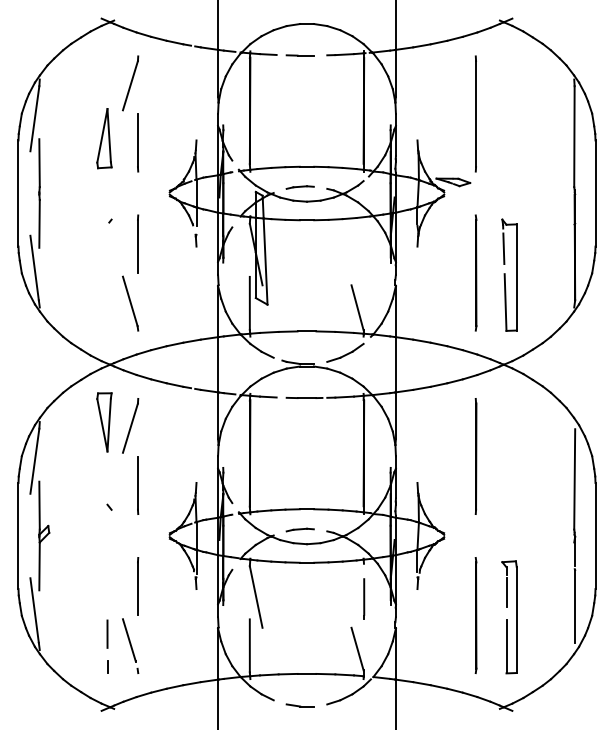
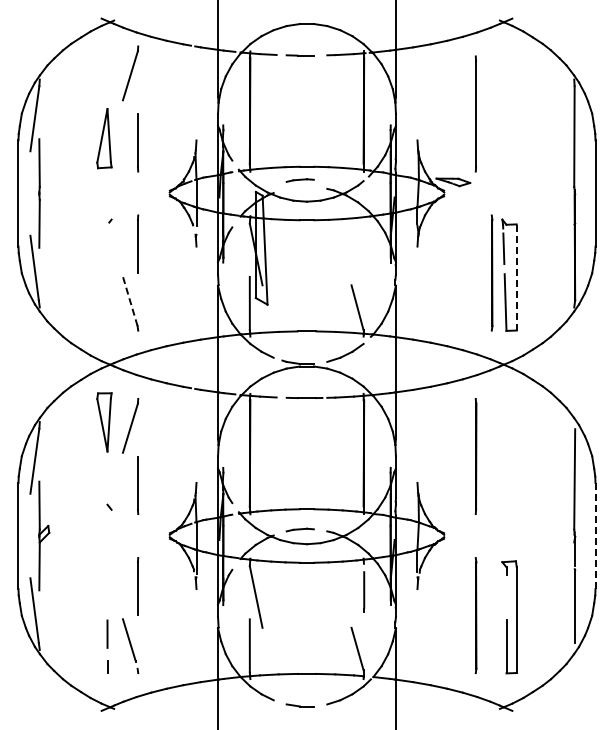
line at (130, 83) position: (130, 83) -> (130, 73)
line at (299, 187) position: (299, 187) -> (299, 180)
line at (475, 272) position: (475, 272) -> (491, 272)
line at (516, 276): solid -> dashed
line at (130, 301): solid -> dashed
line at (595, 535): solid -> dashed
line at (506, 591): present -> none
line at (364, 598) position: (364, 598) -> (364, 591)
